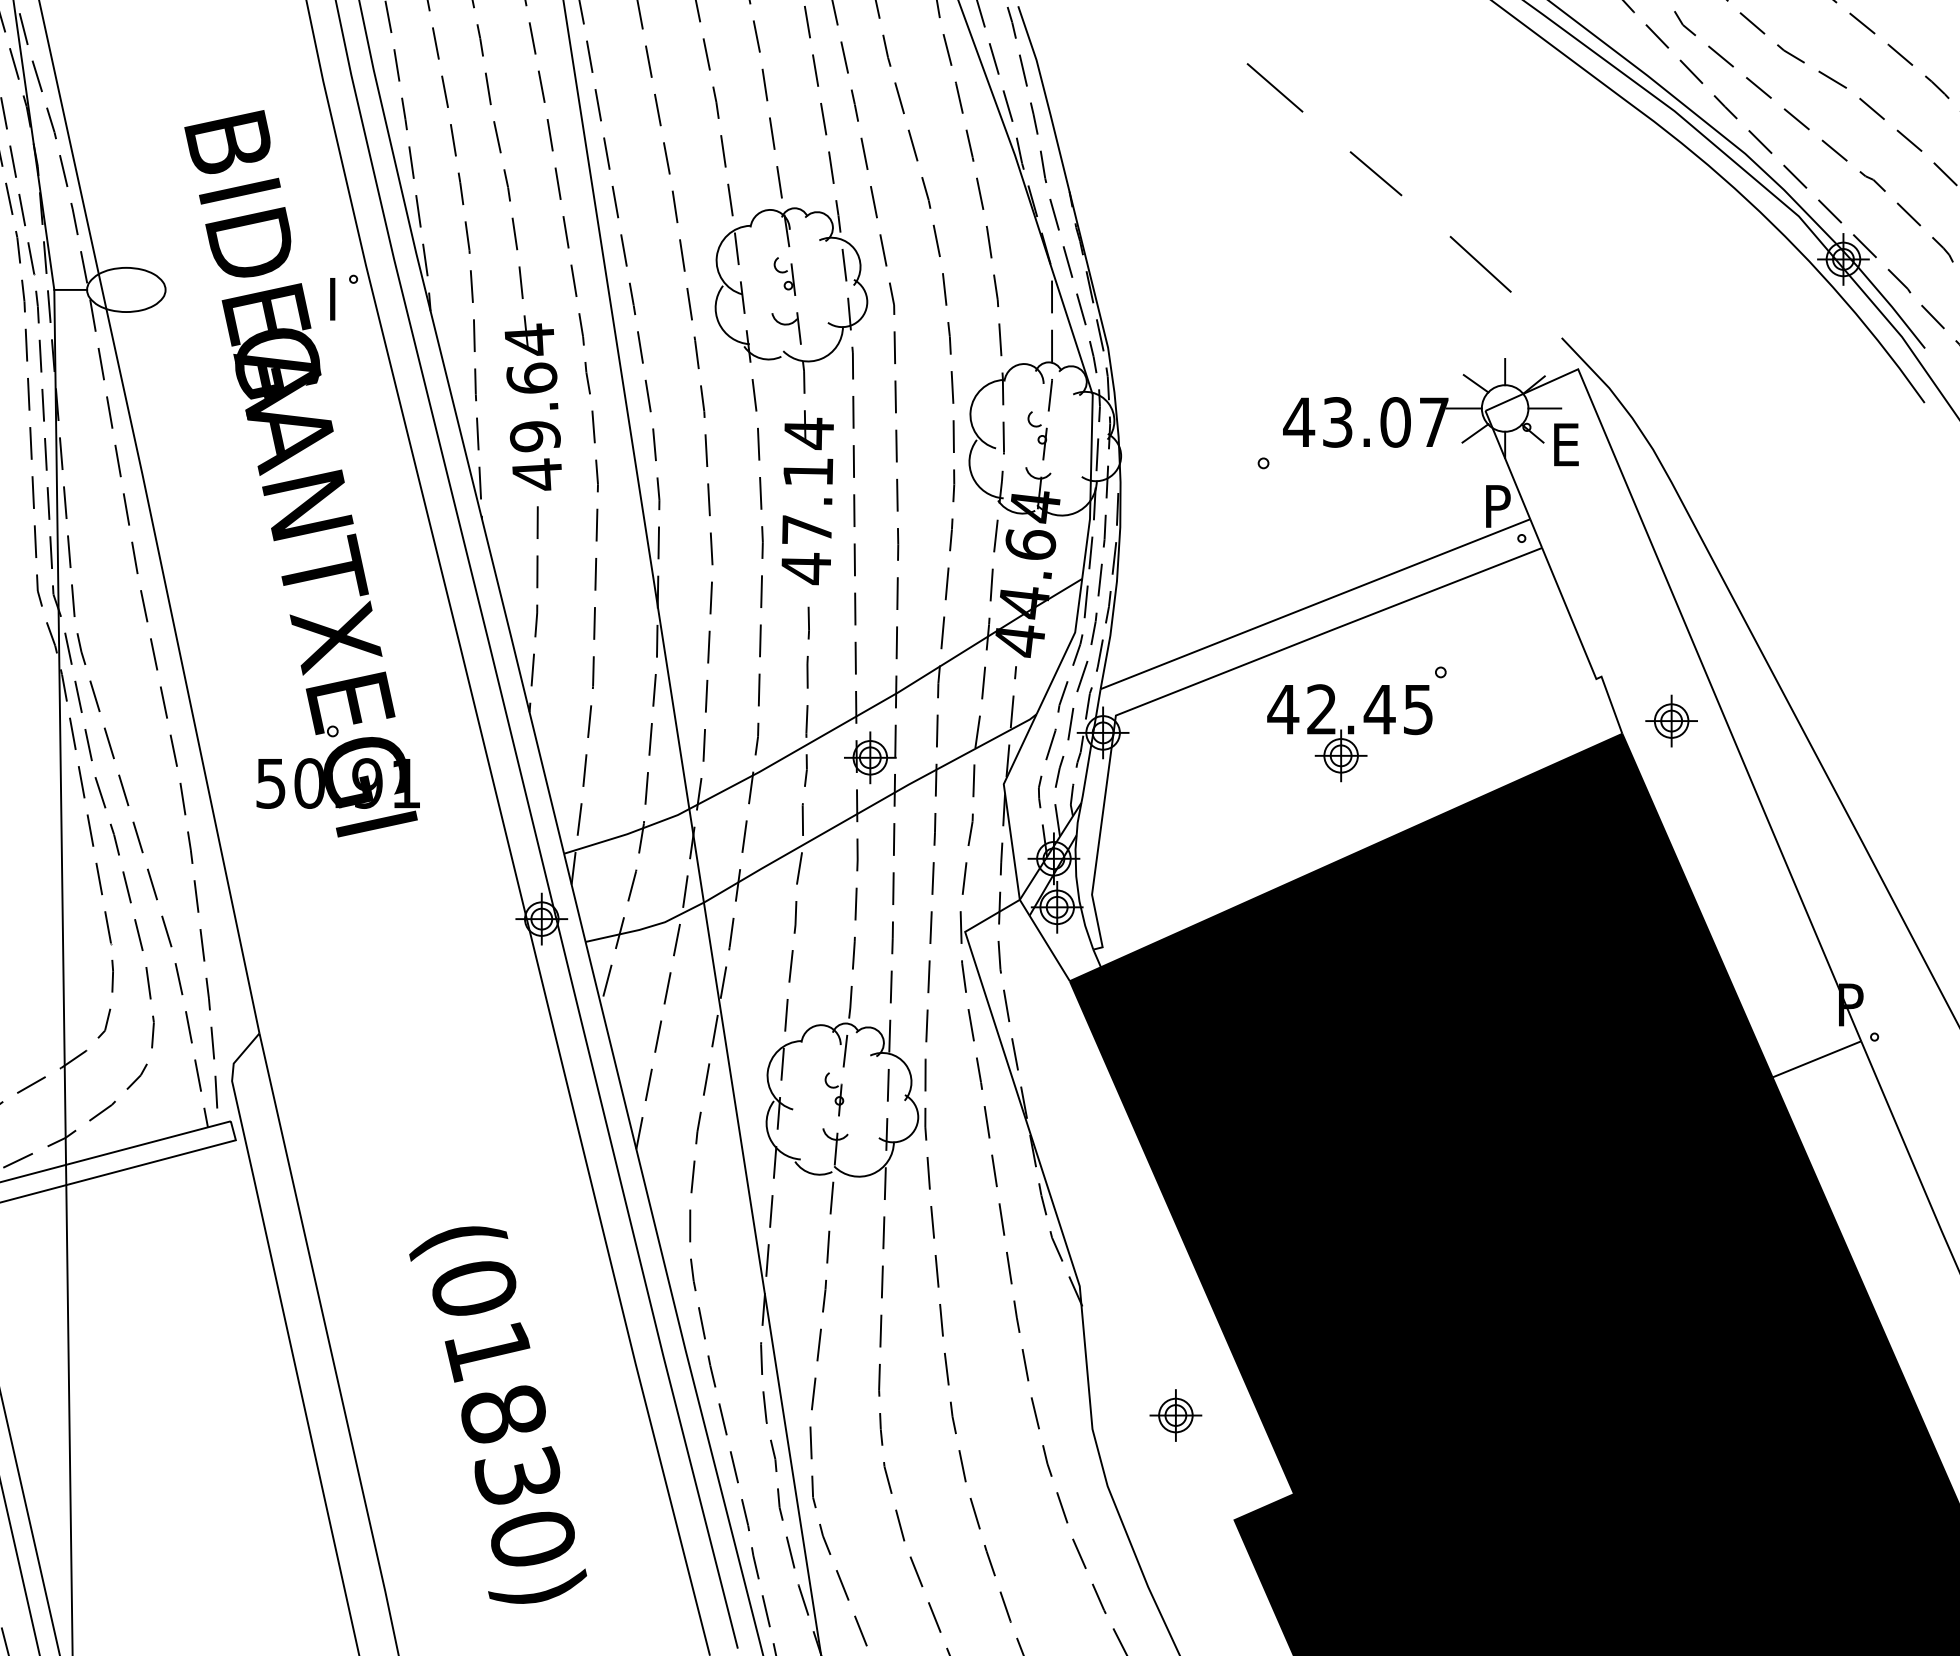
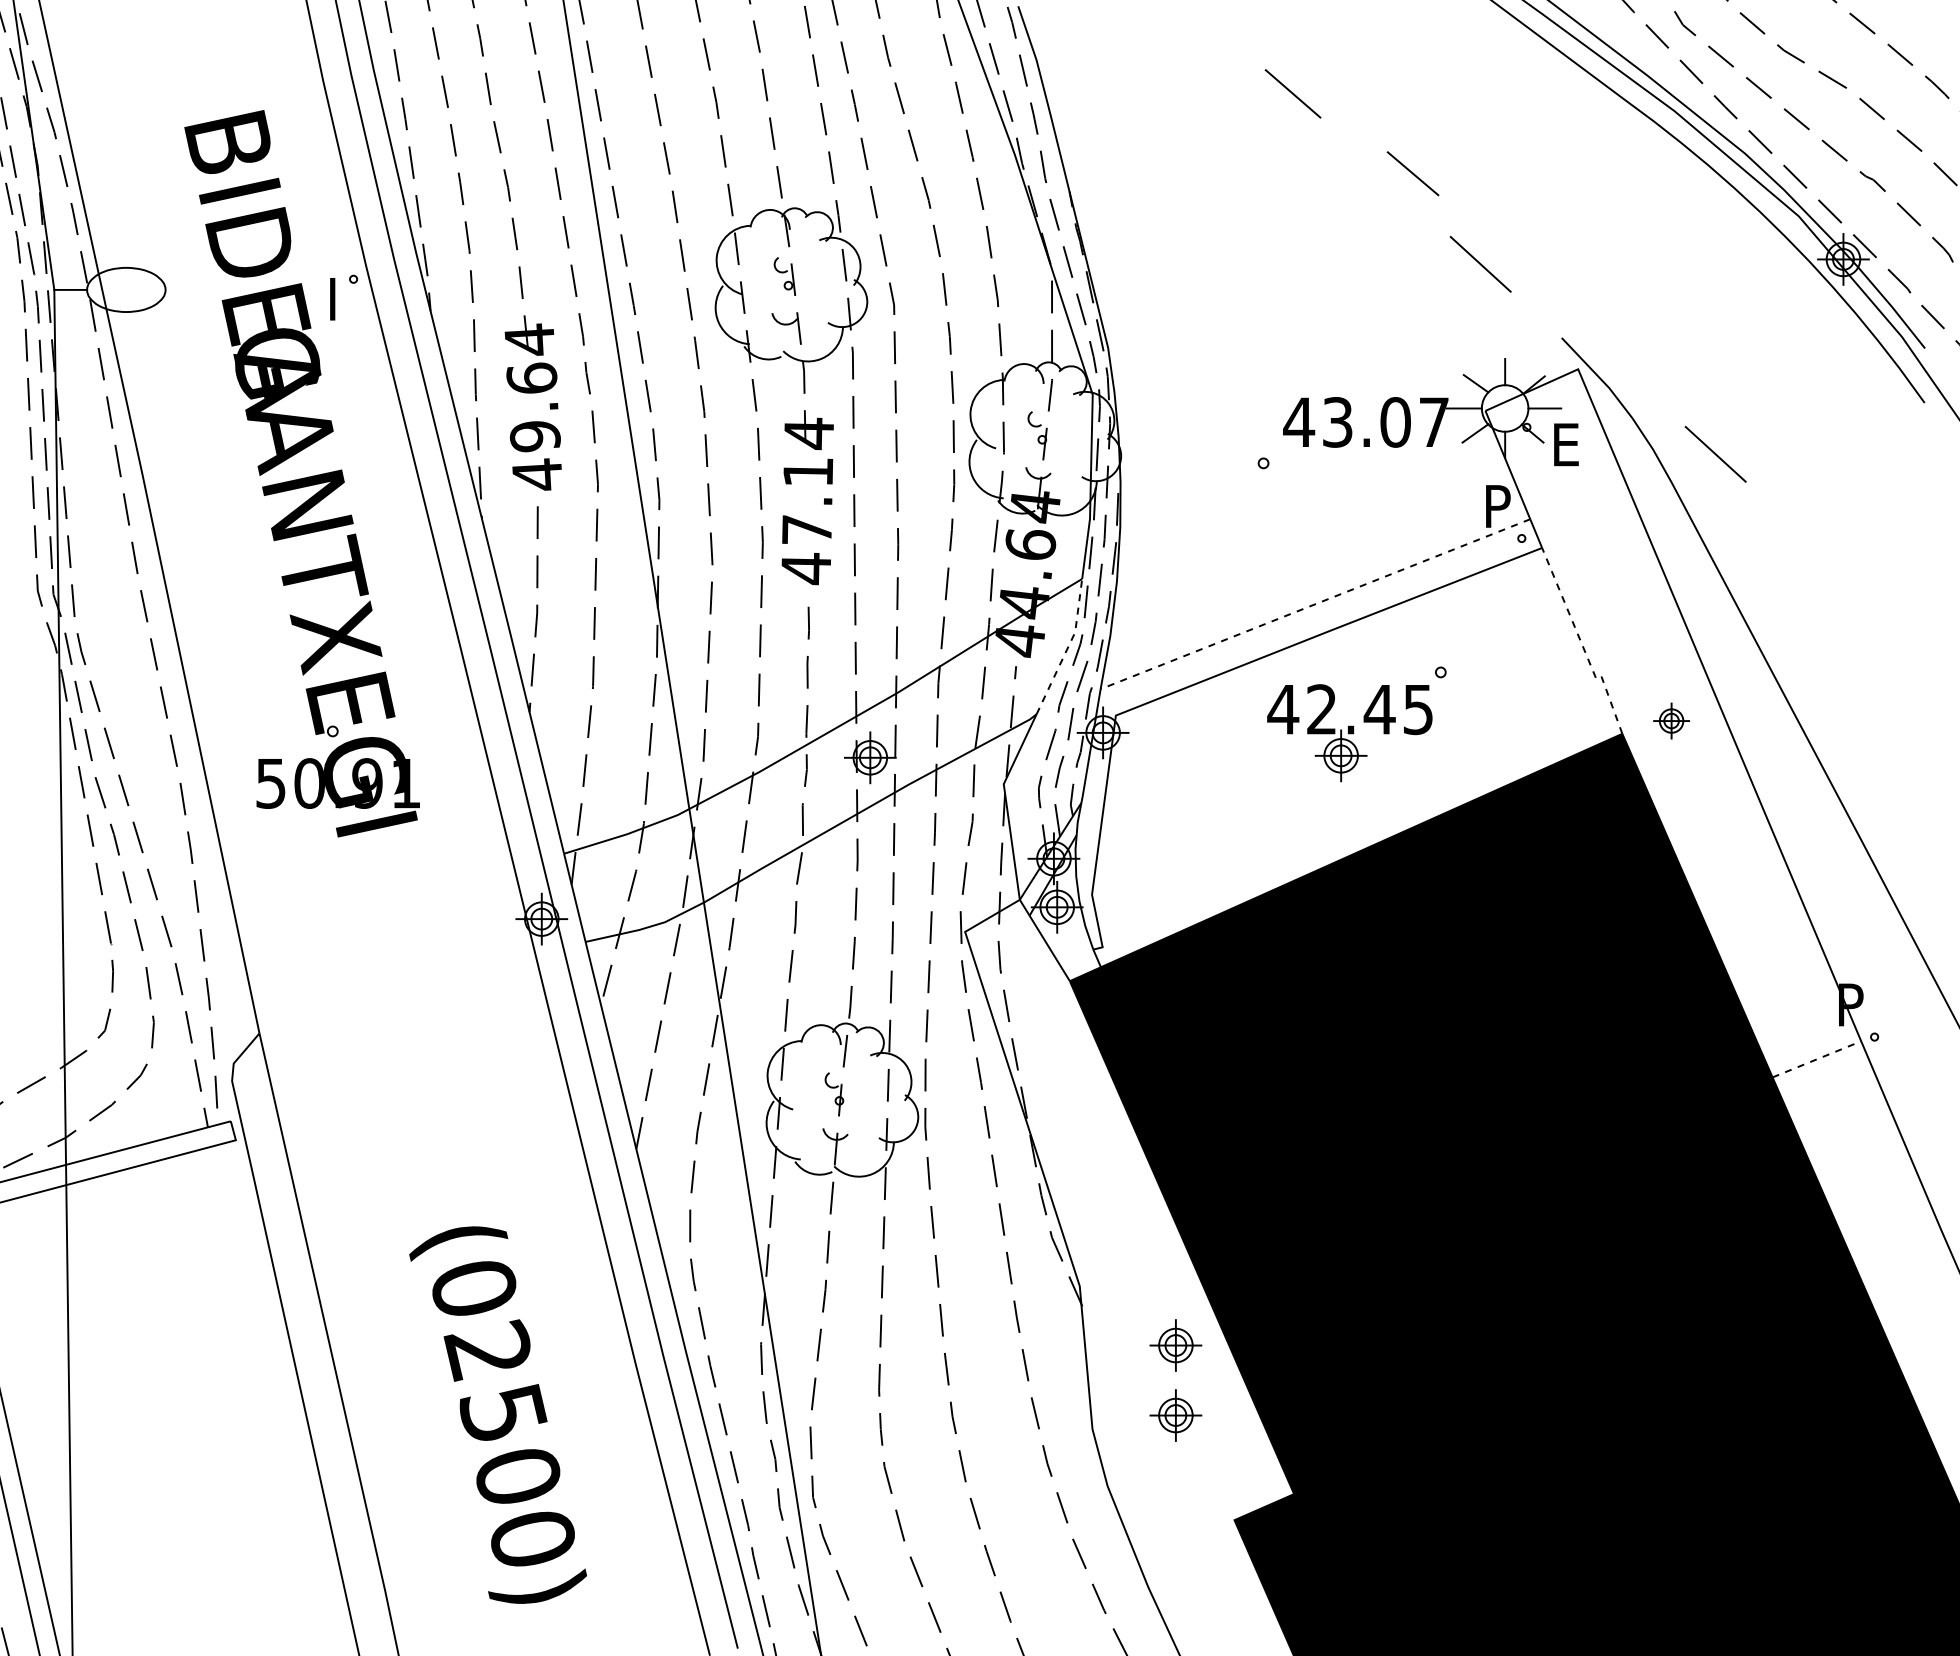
line at (1274, 87) position: (1274, 87) -> (1292, 93)
line at (1375, 173) position: (1375, 173) -> (1412, 173)
line at (1715, 454): none -> present
line at (1314, 604): solid -> dashed
line at (1582, 644): solid -> dashed
line at (1067, 648): solid -> dashed
part at (1671, 720) size: 53x54 px -> 37x38 px
line at (1816, 1059): solid -> dashed
part at (1175, 1345): none -> present
text at (501, 1411): (01830) -> (02500)
